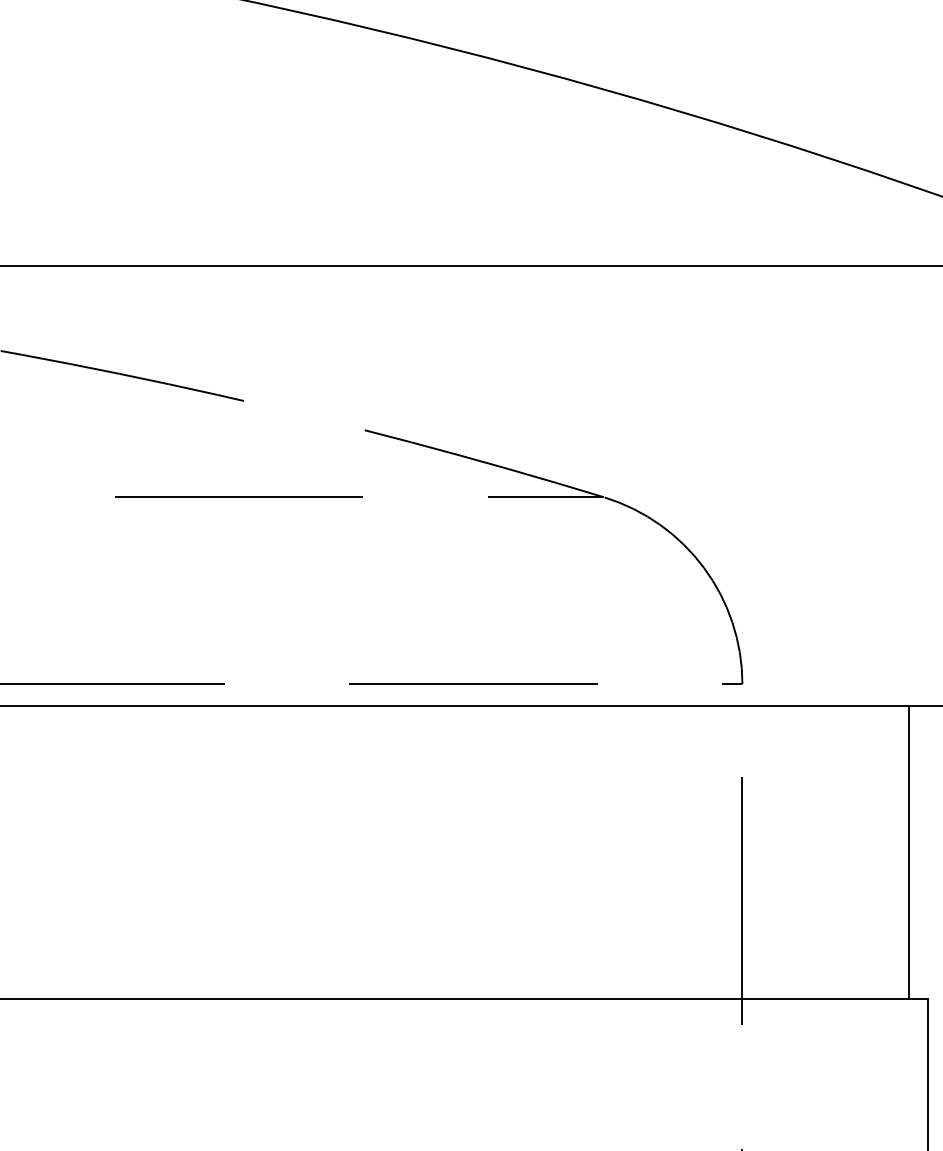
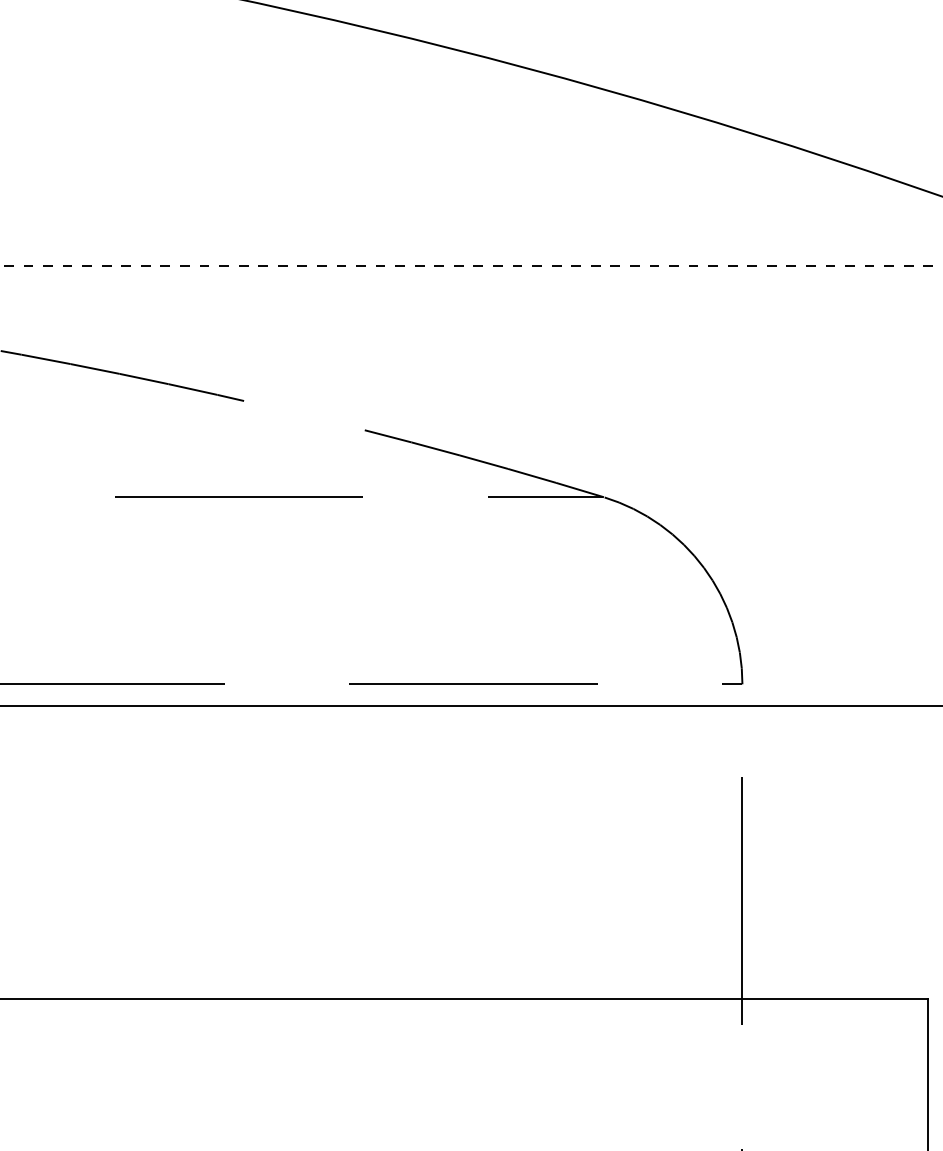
line at (470, 265): solid -> dashed
line at (908, 852): present -> none
